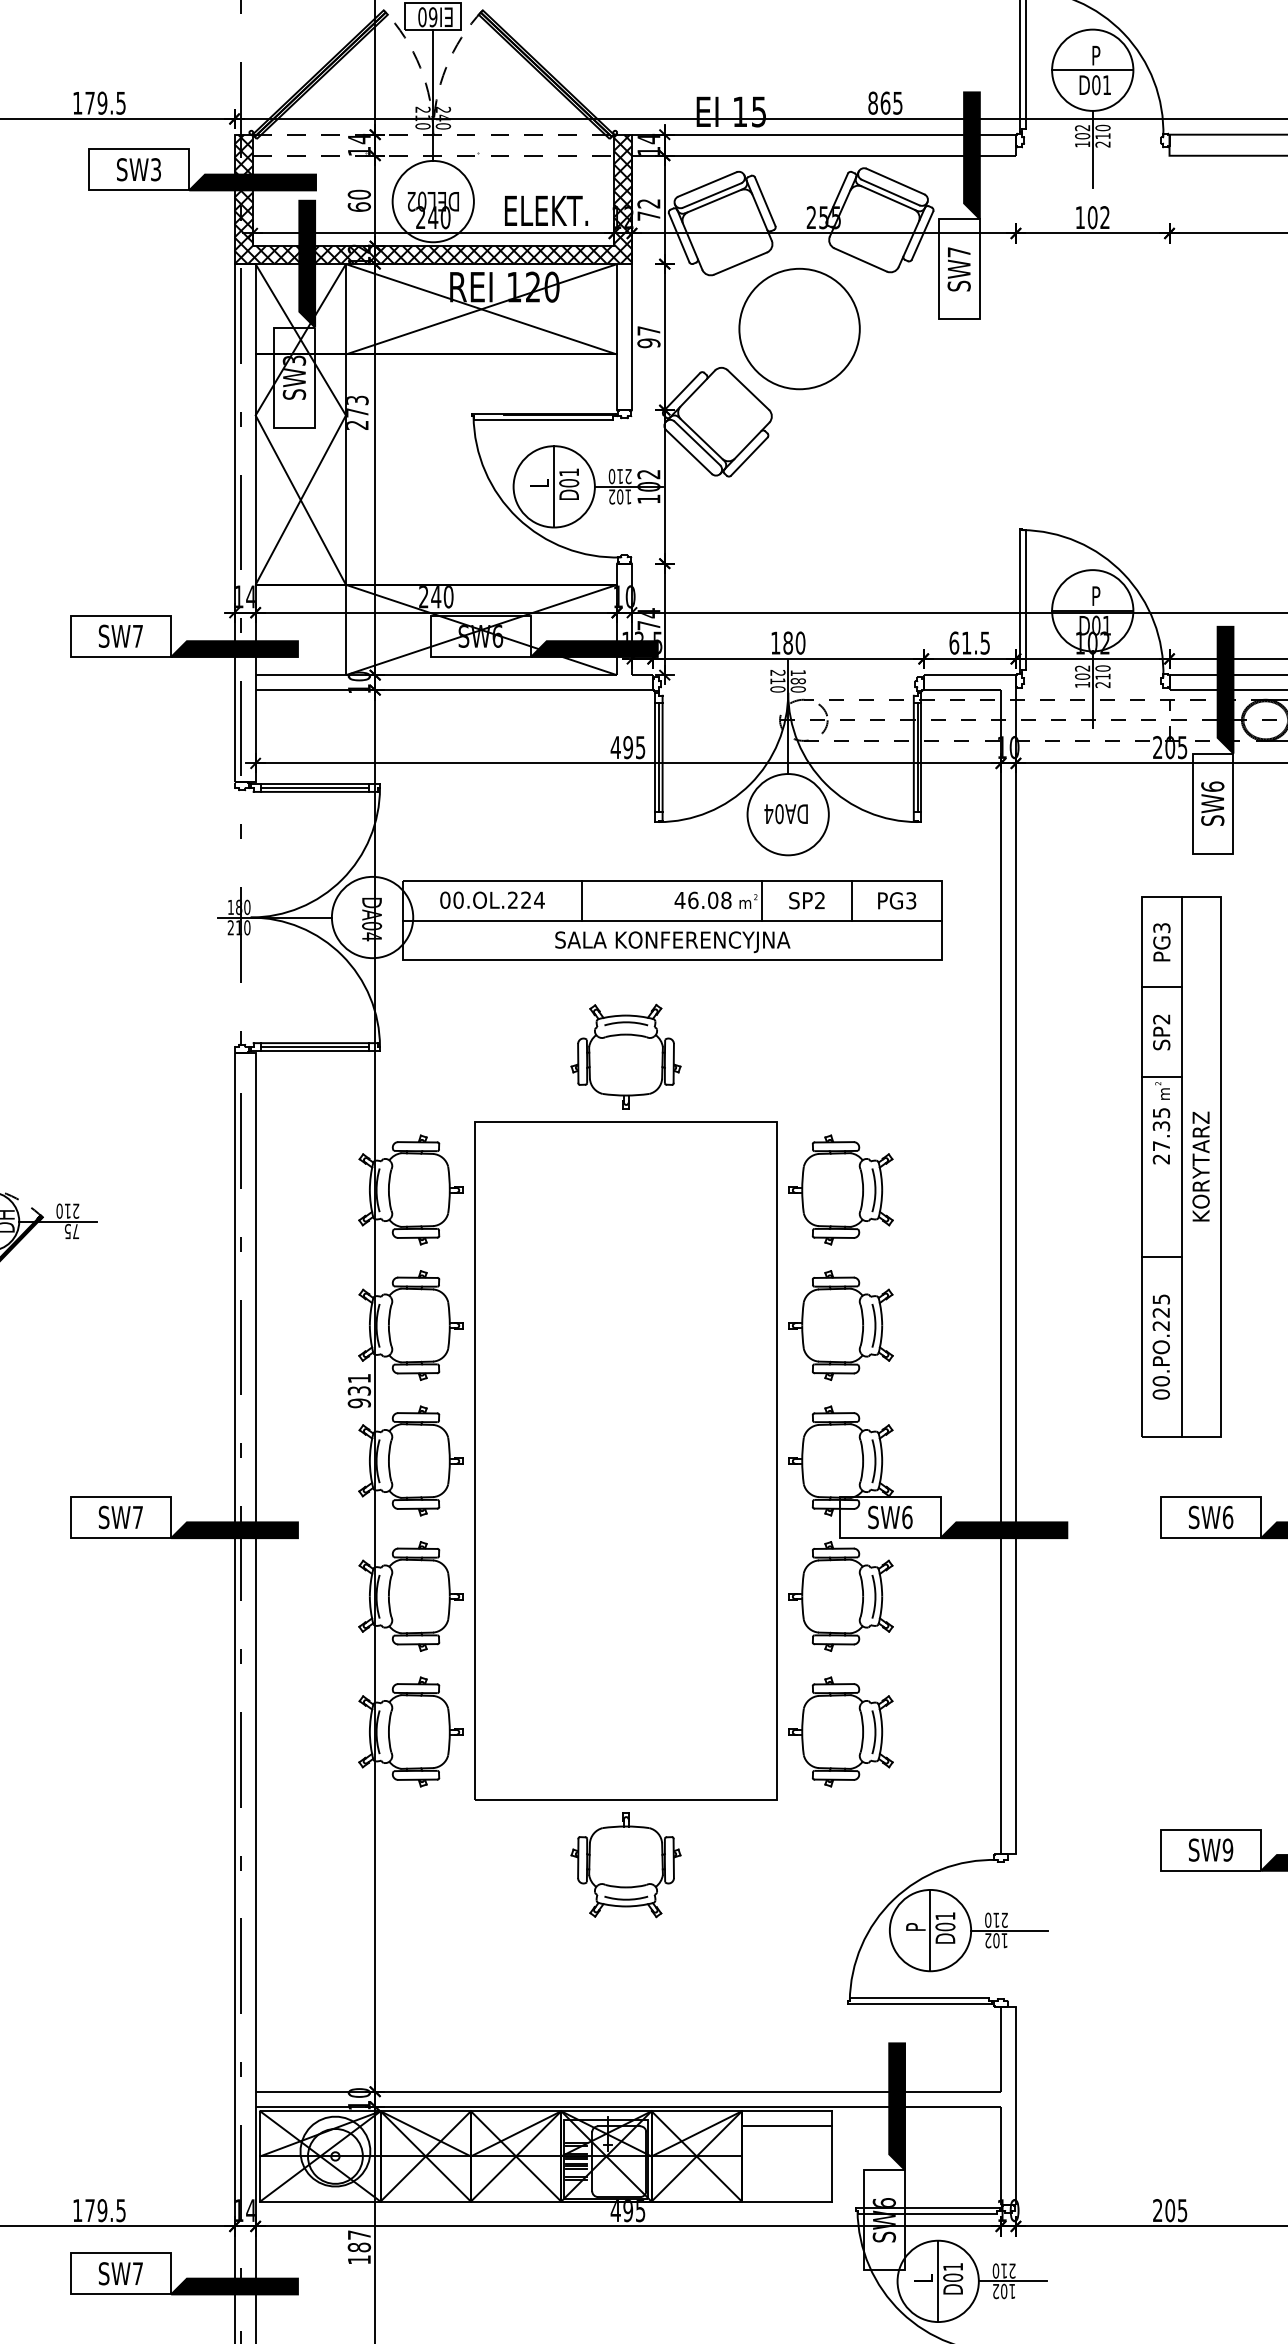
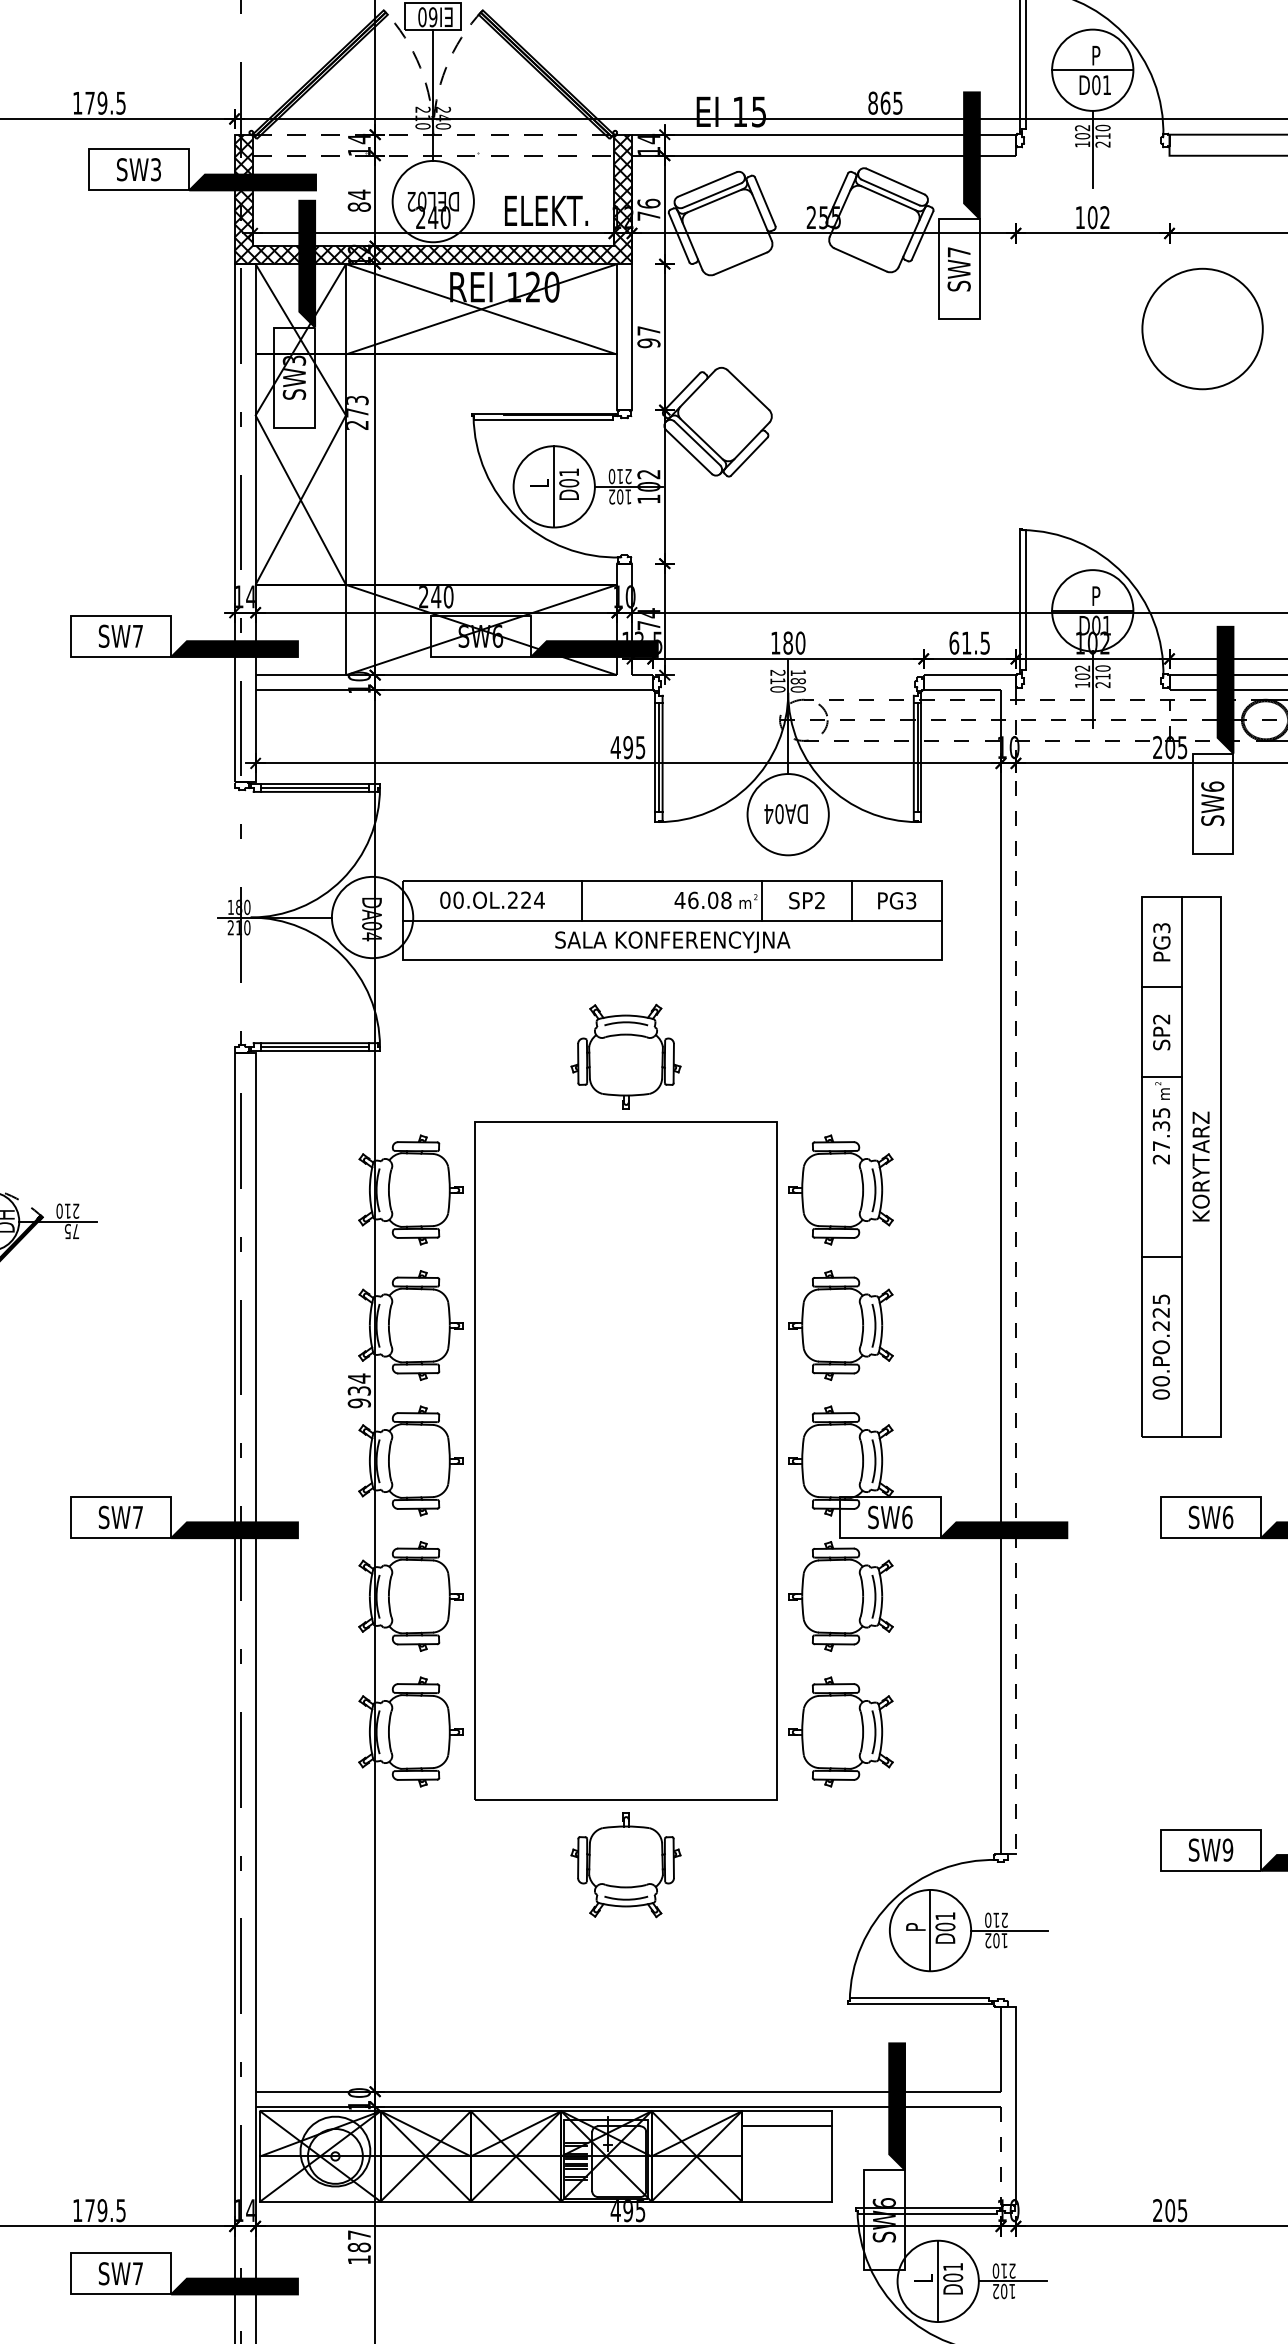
text at (358, 200): 60 -> 84
text at (648, 203): 72 -> 76
circle at (799, 328) position: (799, 328) -> (1202, 328)
line at (1015, 1272): solid -> dashed
text at (359, 1378): 931 -> 934
line at (1000, 2155): solid -> dashed
